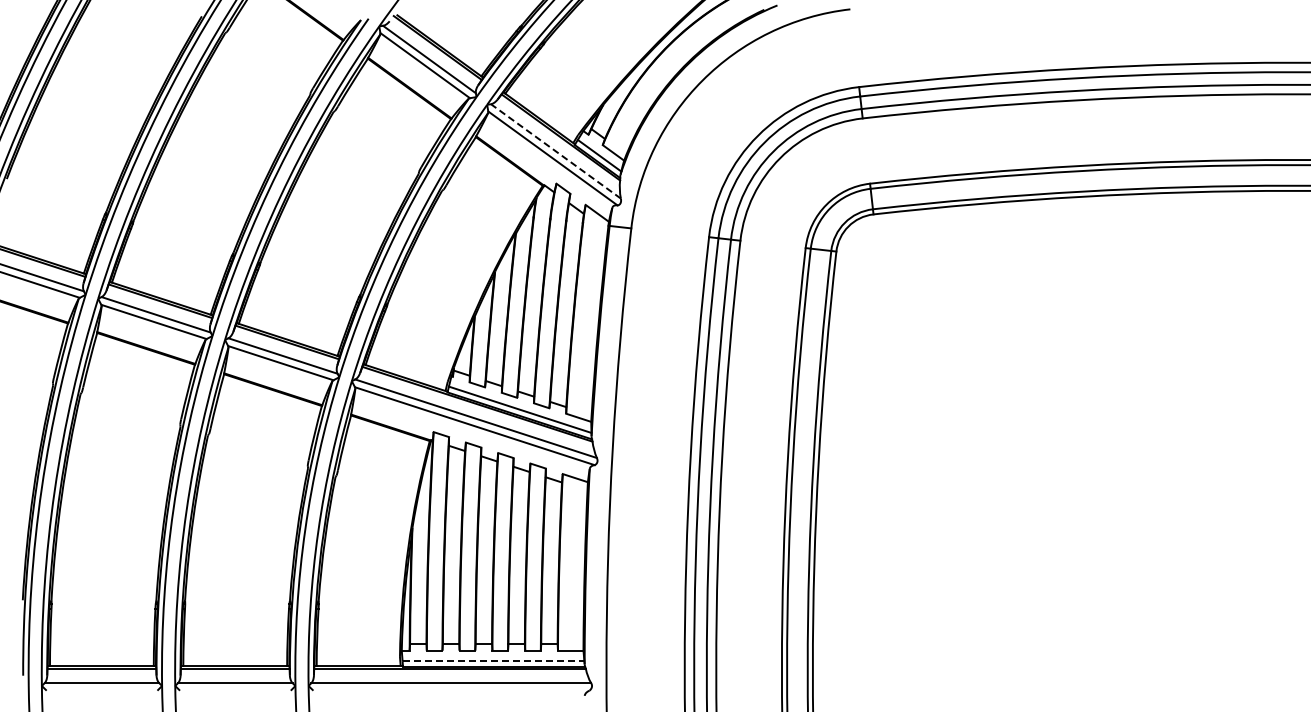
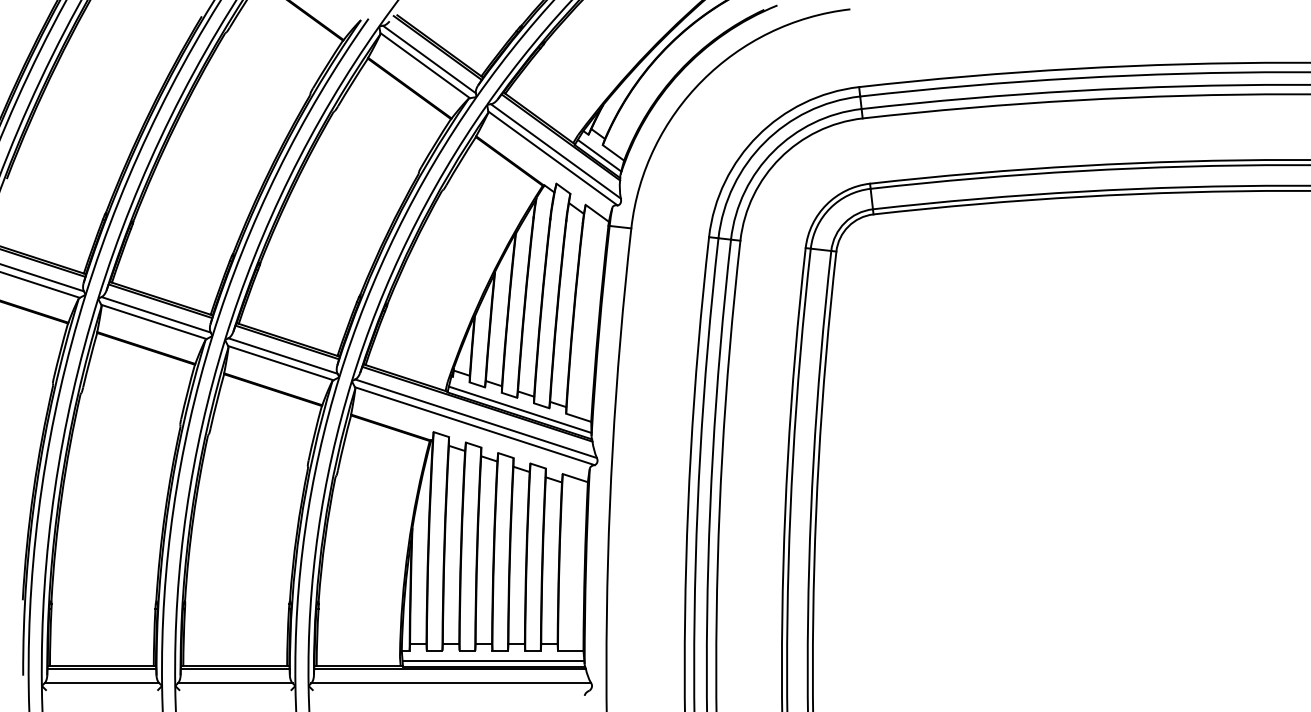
line at (555, 151): dashed -> solid
line at (493, 661): dashed -> solid
